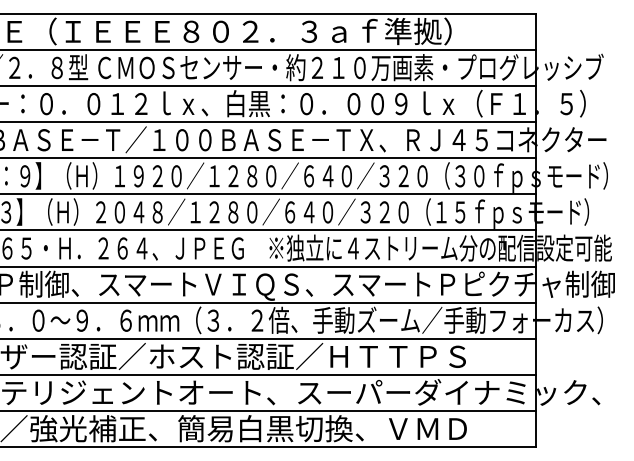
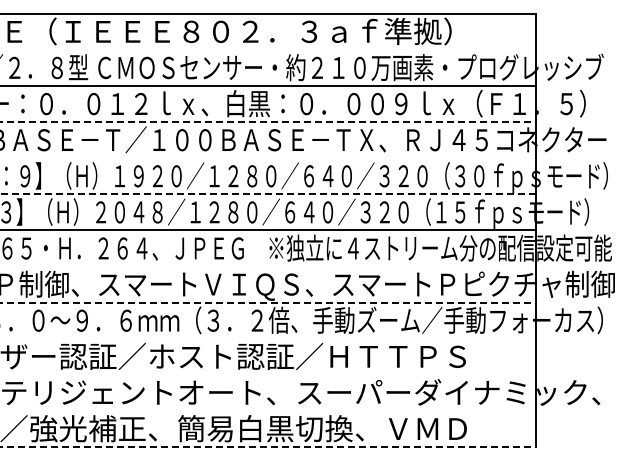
line at (269, 49): present -> none
line at (268, 122): solid -> dashed
line at (269, 158): present -> none
line at (268, 194): solid -> dashed
line at (269, 266): present -> none
line at (268, 302): solid -> dashed
line at (269, 338): present -> none
line at (269, 374): present -> none
line at (269, 411): present -> none
line at (268, 447): solid -> dashed
